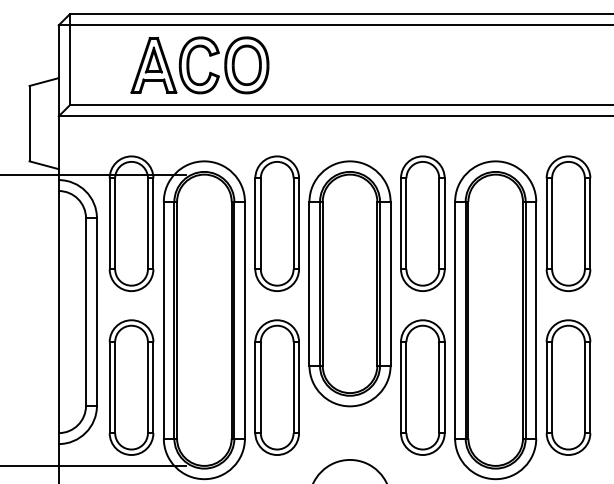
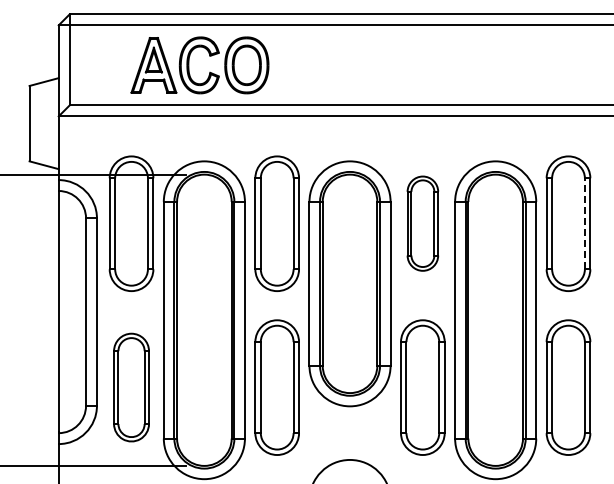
part at (422, 223) size: 46x137 px -> 34x97 px
line at (584, 223): solid -> dashed
part at (131, 387) size: 47x137 px -> 37x111 px
